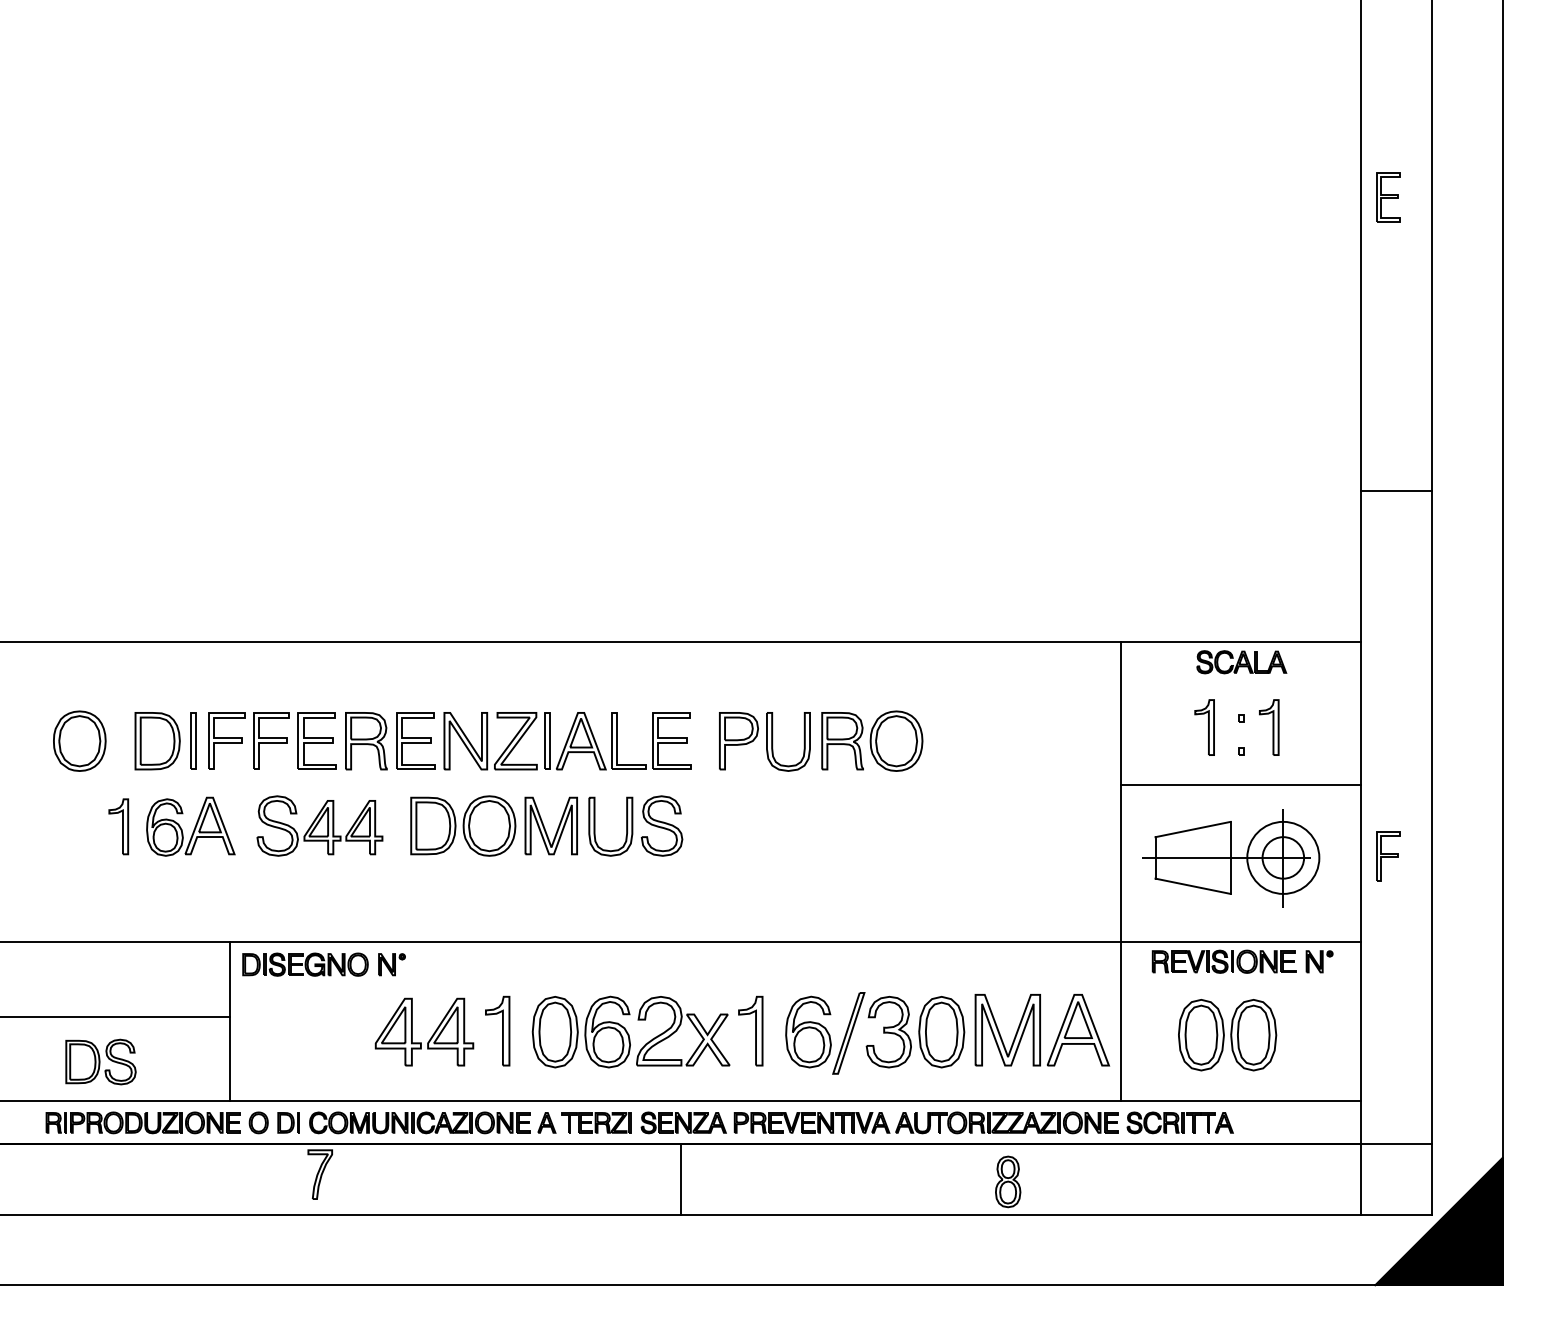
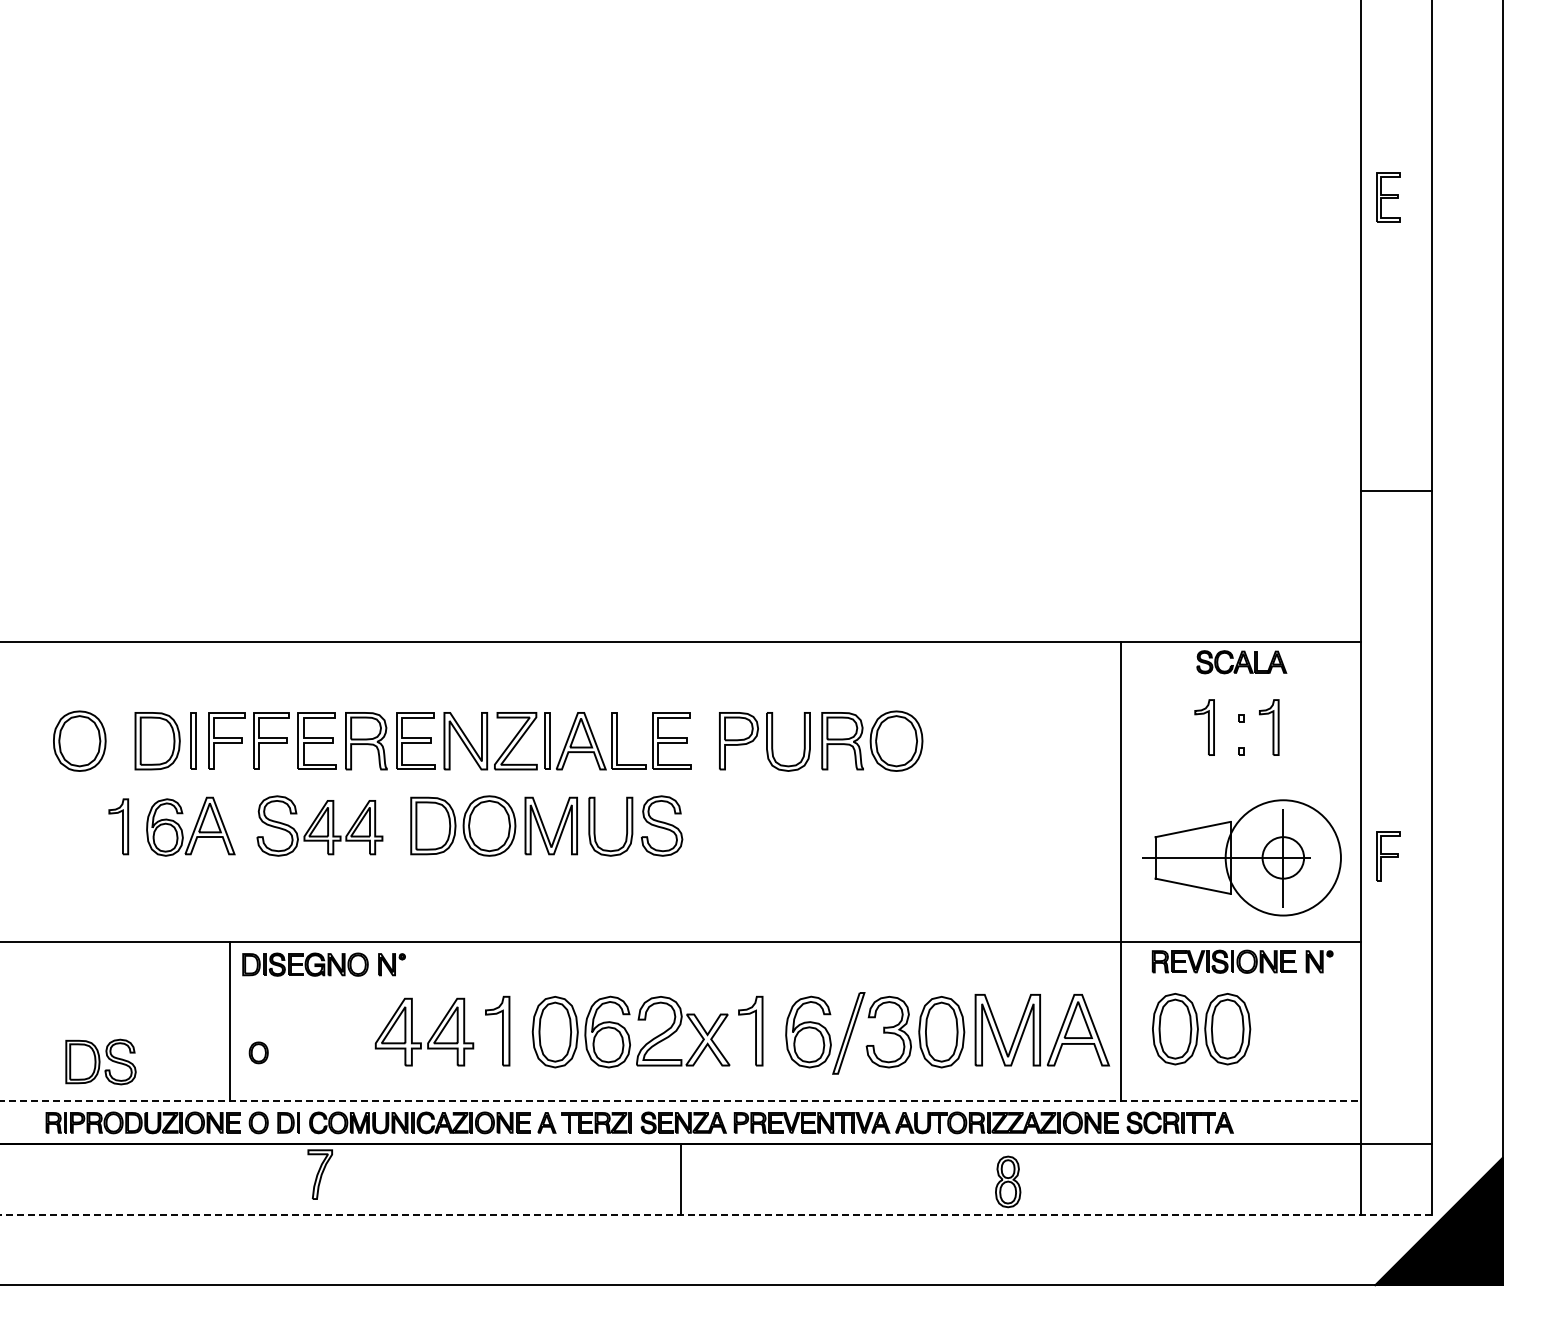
line at (1240, 784): present -> none
circle at (1283, 857) diameter: 72 px -> 115 px
line at (115, 1016): present -> none
part at (1227, 1035) position: (1227, 1035) -> (1201, 1029)
part at (258, 1052): none -> present
line at (681, 1101): solid -> dashed
line at (715, 1214): solid -> dashed
